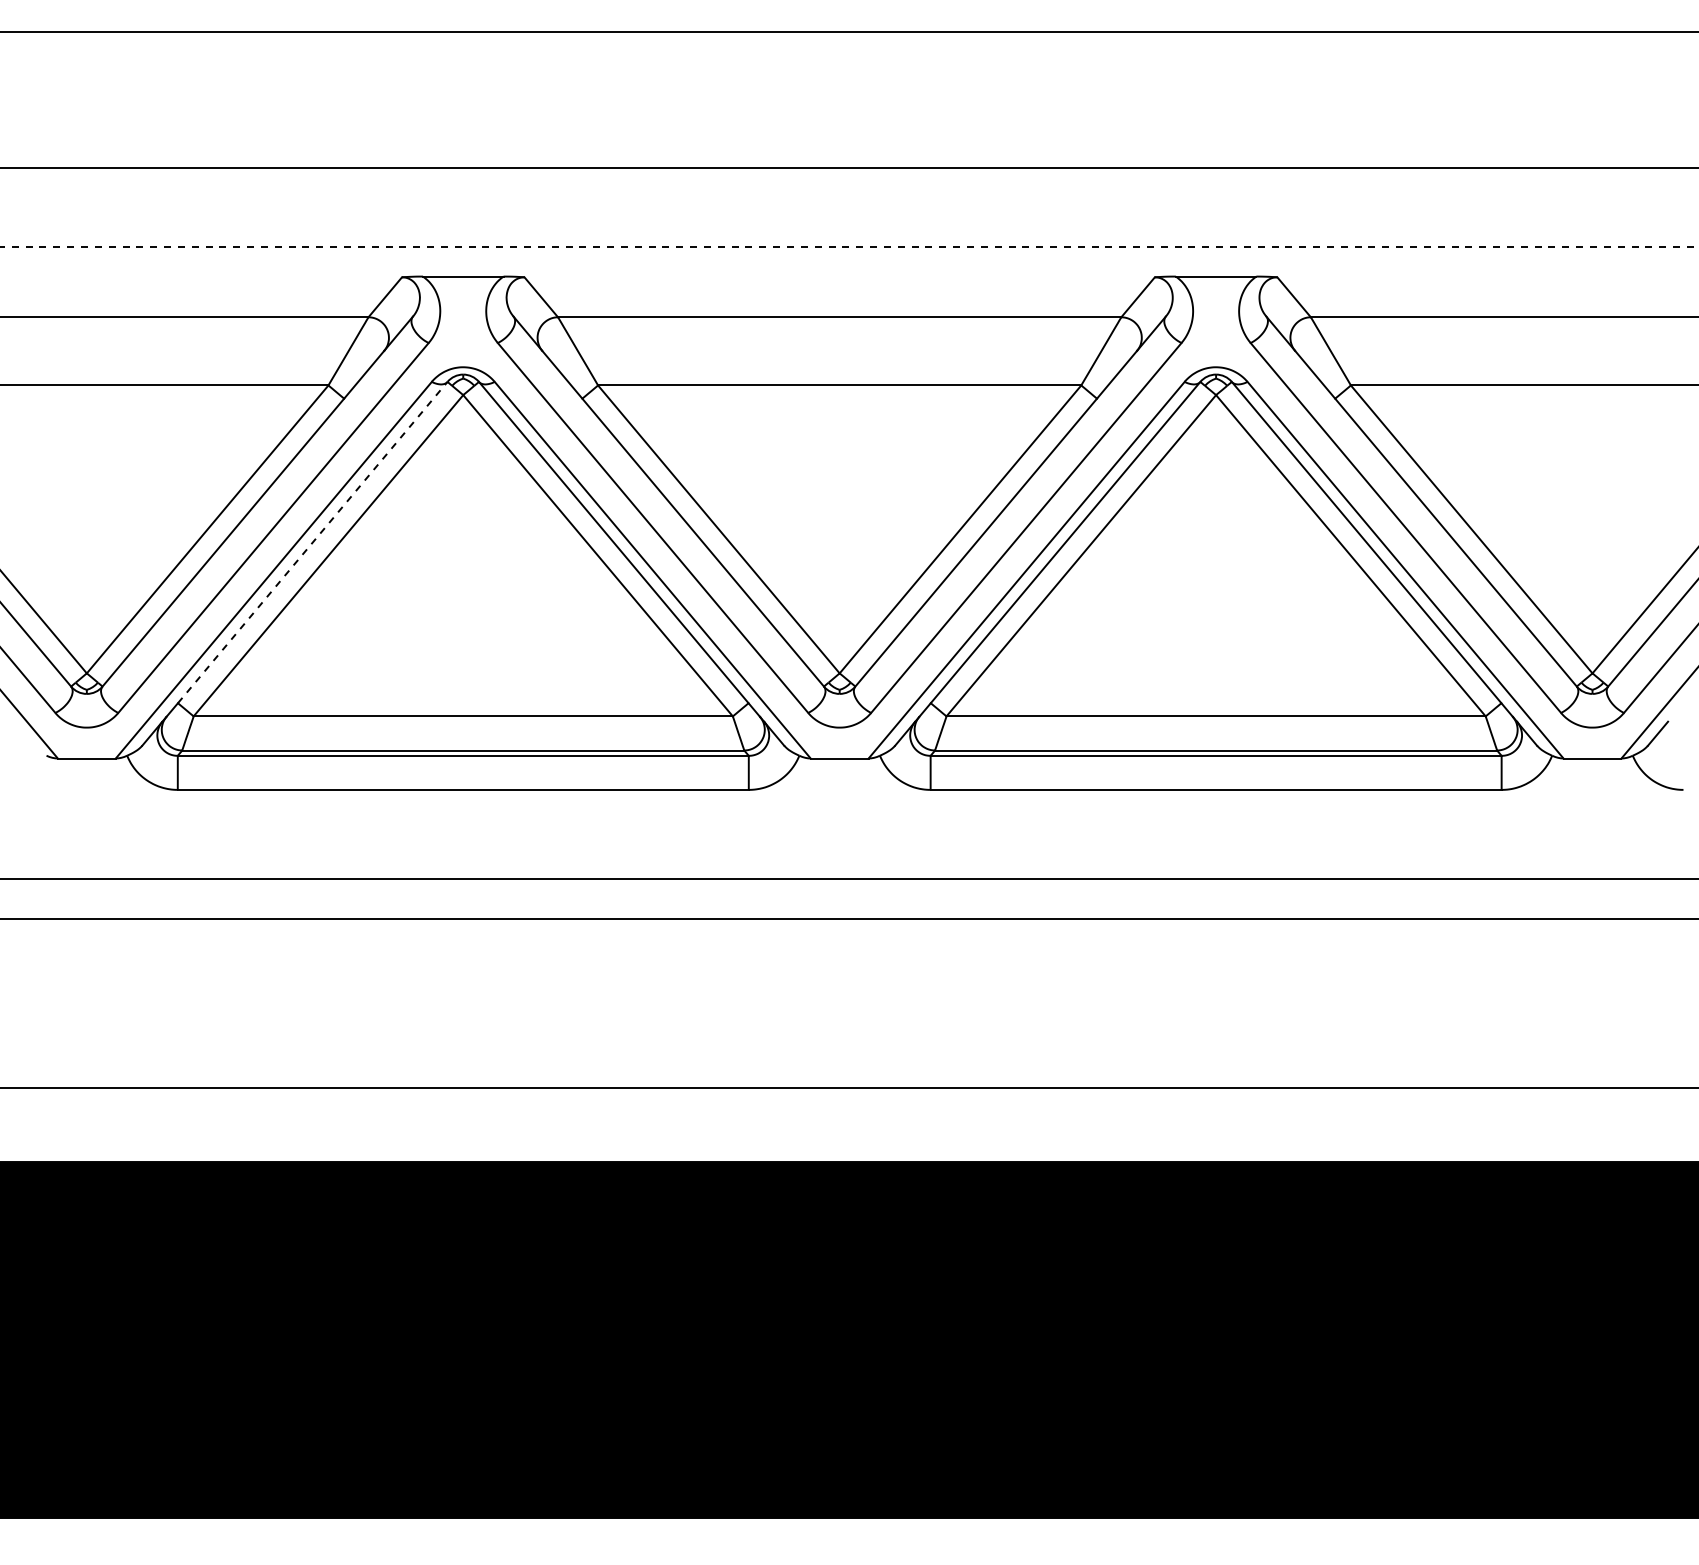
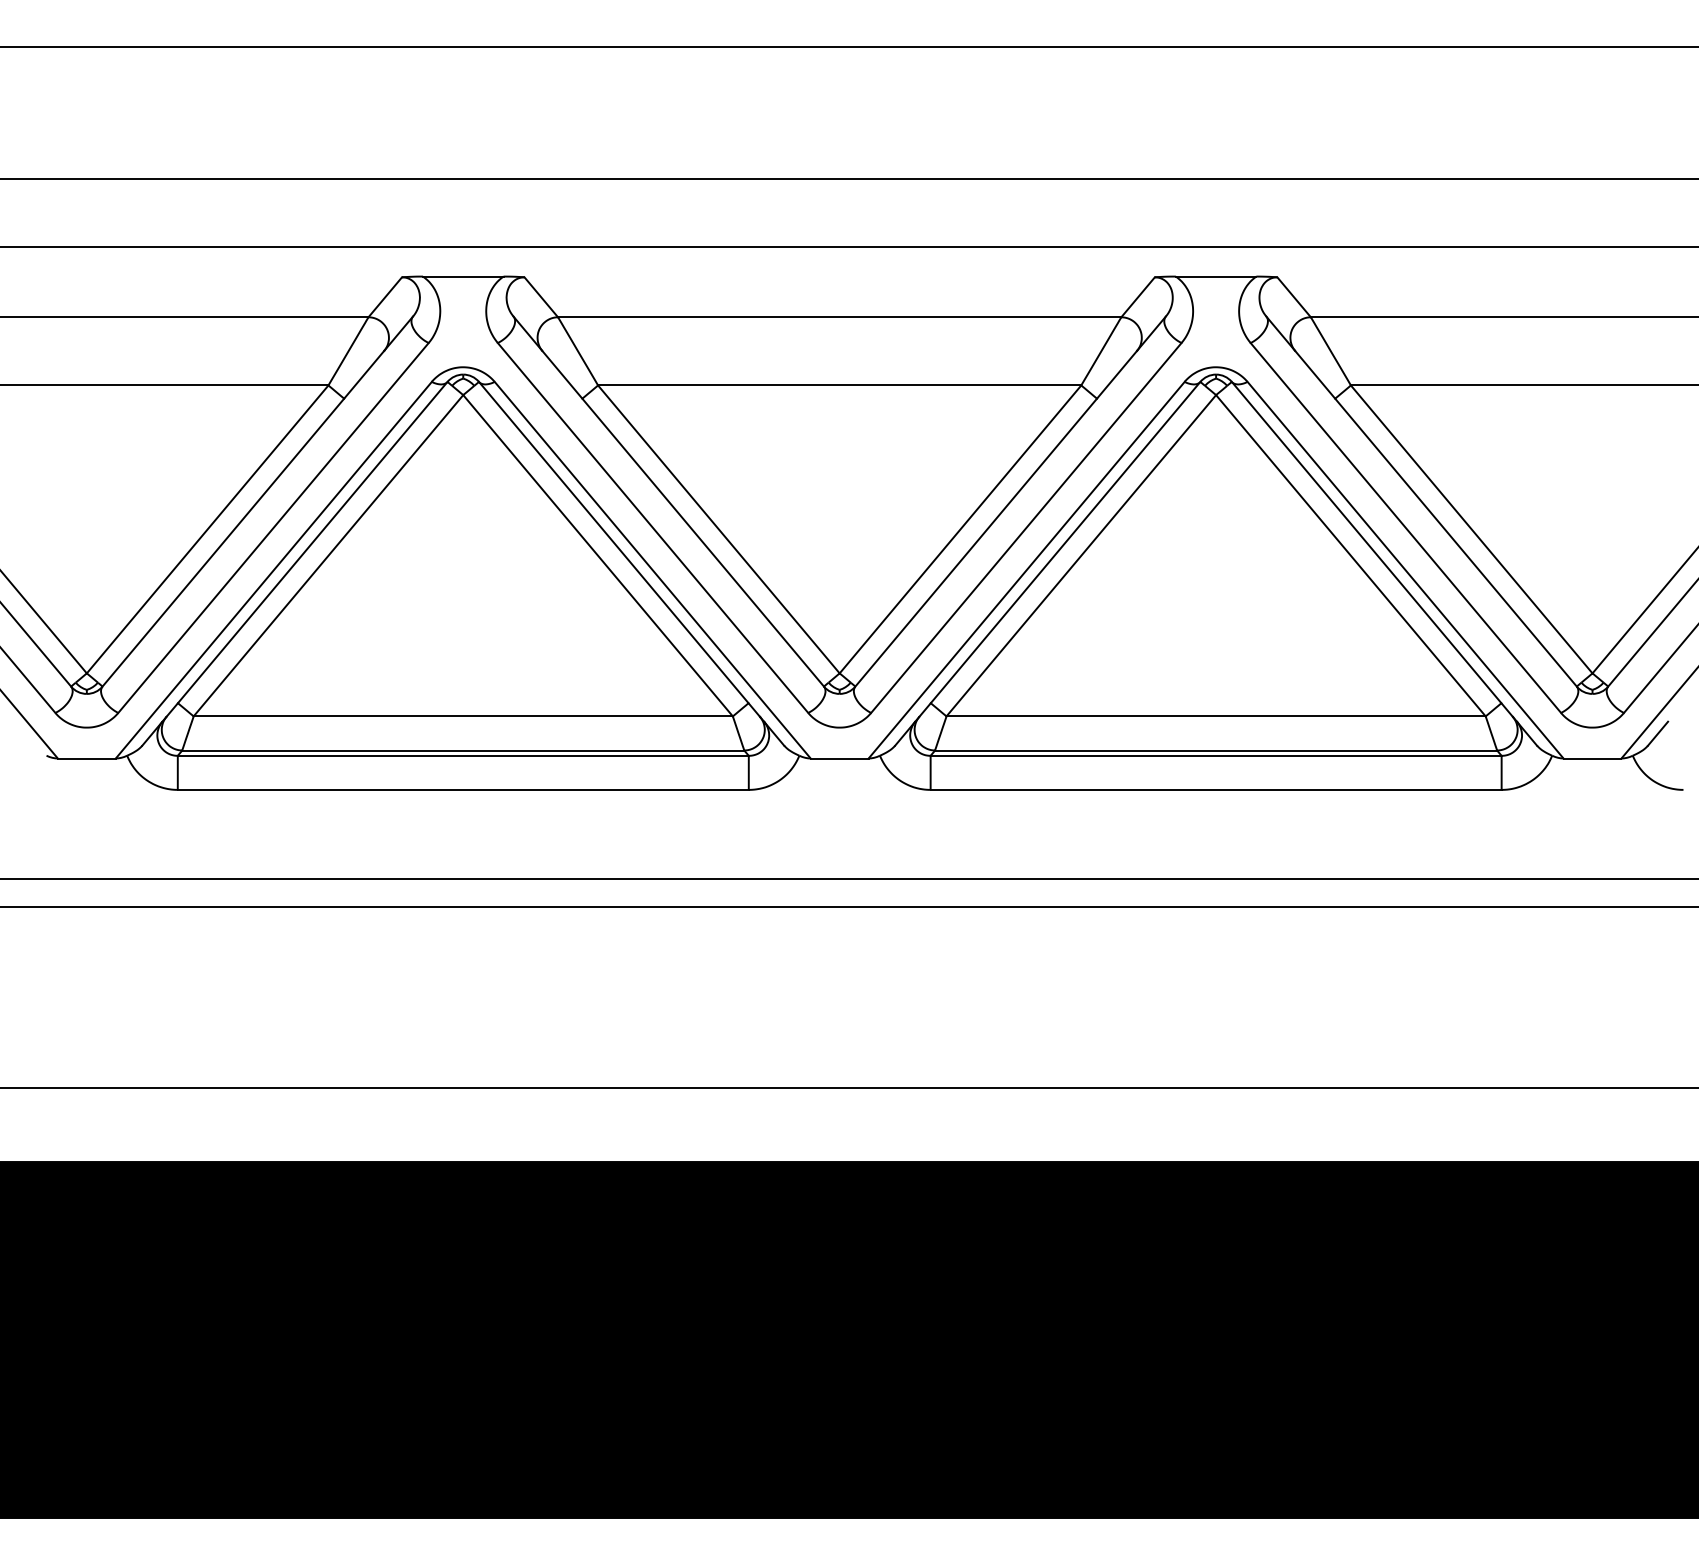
line at (848, 31) position: (848, 31) -> (848, 46)
line at (848, 167) position: (848, 167) -> (848, 178)
line at (849, 247): dashed -> solid
line at (312, 542): dashed -> solid
line at (848, 918) position: (848, 918) -> (848, 906)
